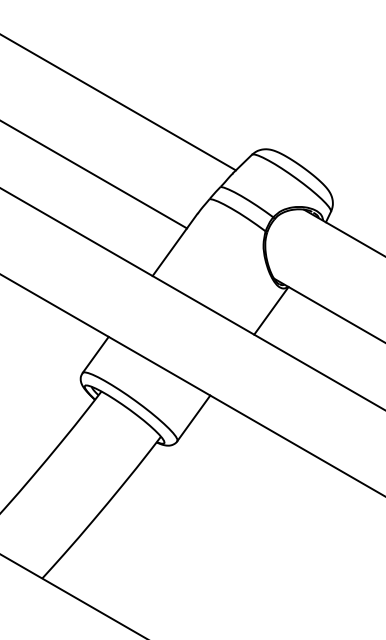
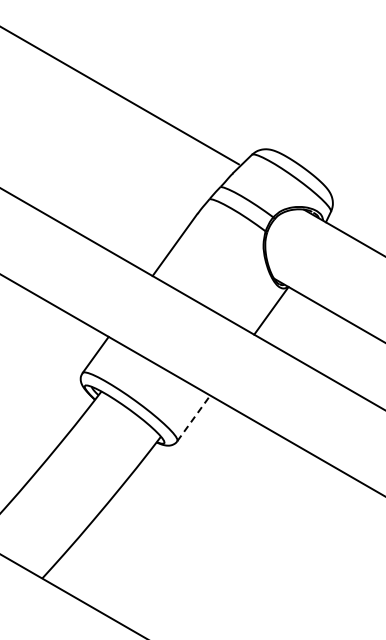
line at (118, 102) position: (118, 102) -> (120, 95)
line at (94, 174): present -> none
line at (194, 418): solid -> dashed
